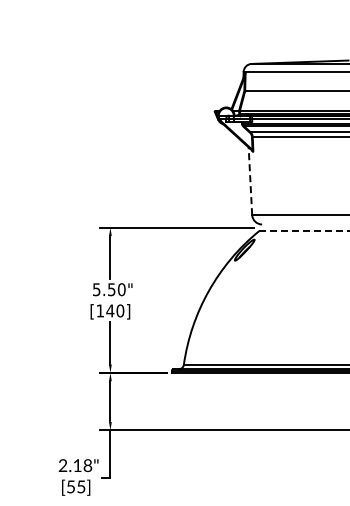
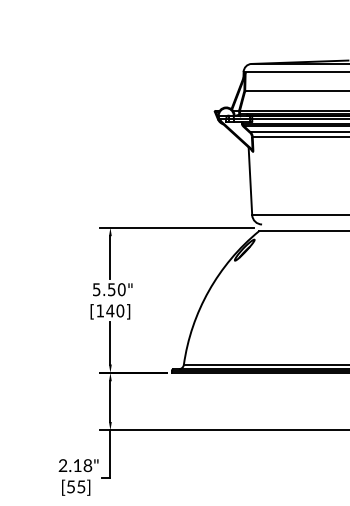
line at (250, 181): dashed -> solid
line at (304, 231): dashed -> solid
